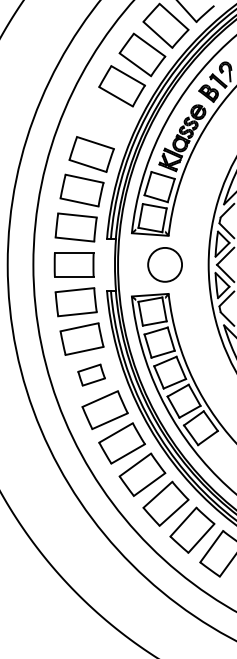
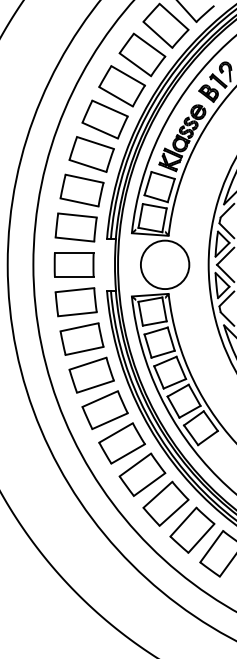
part at (104, 119): none -> present
circle at (165, 264) diameter: 34 px -> 48 px
part at (91, 374) size: 29x24 px -> 47x38 px
